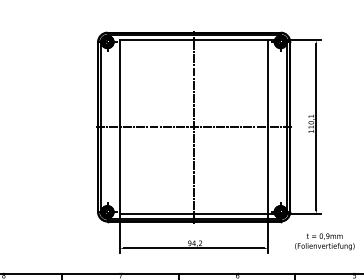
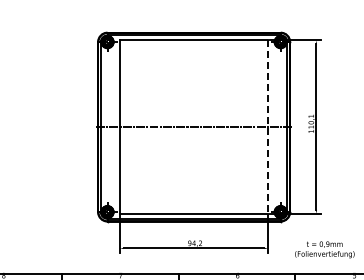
line at (194, 126): present -> none
line at (268, 127): solid -> dashed
text at (324, 241) position: (324, 241) -> (324, 249)
